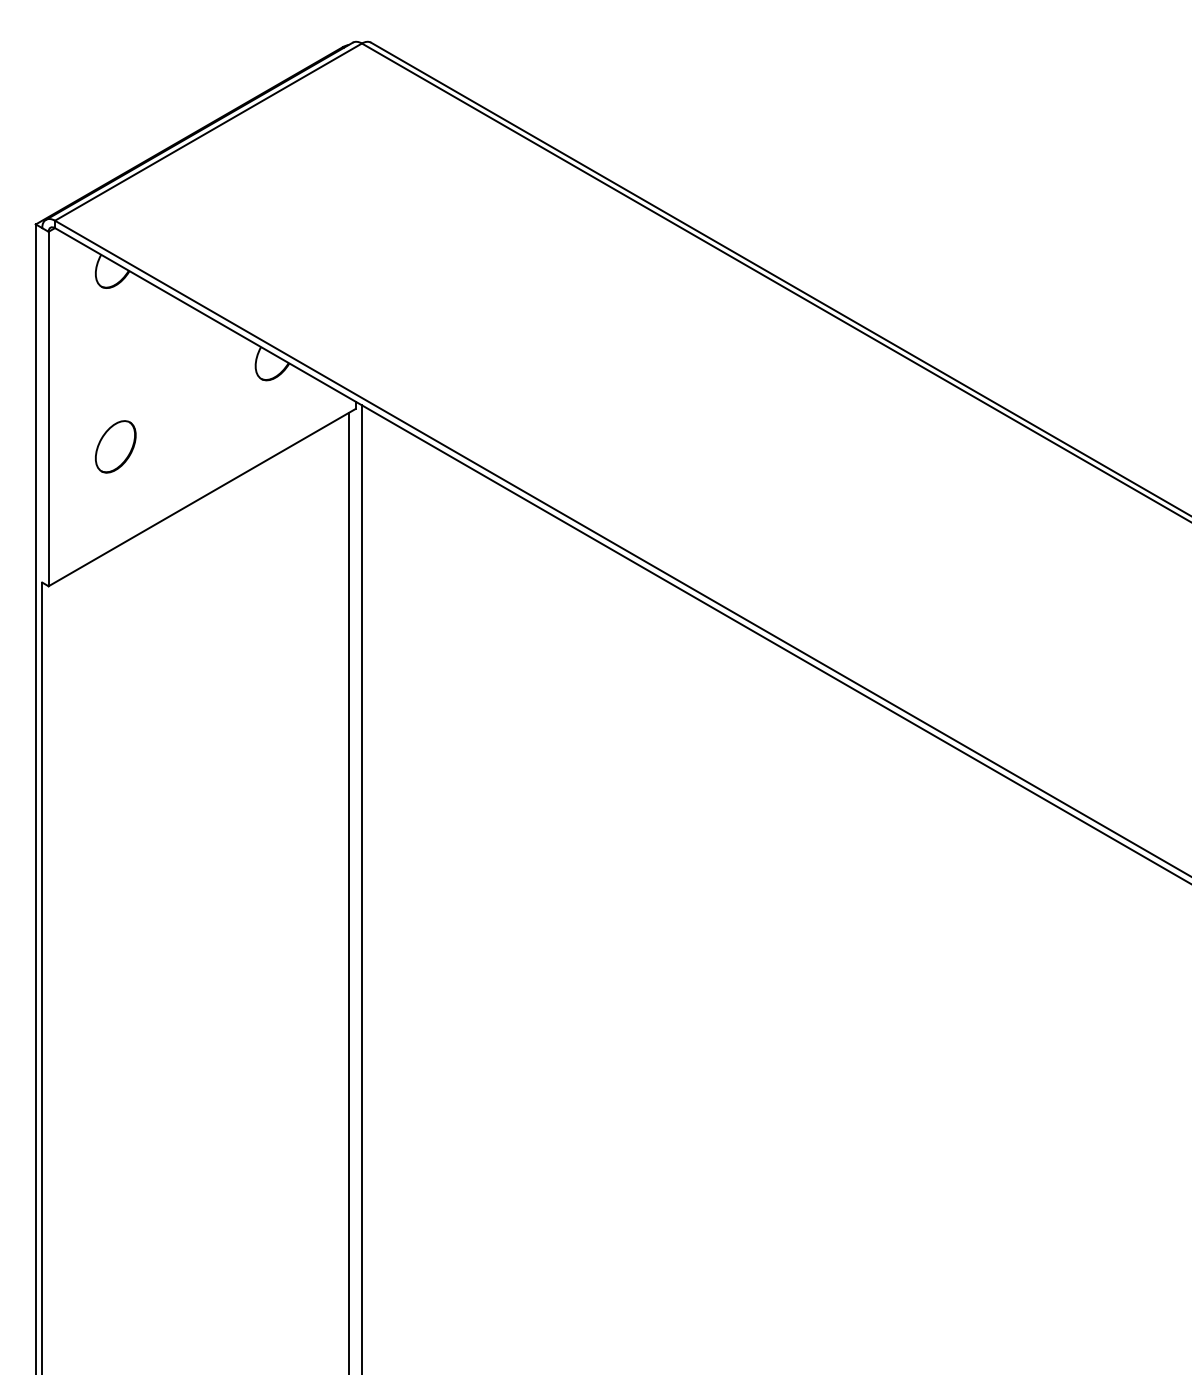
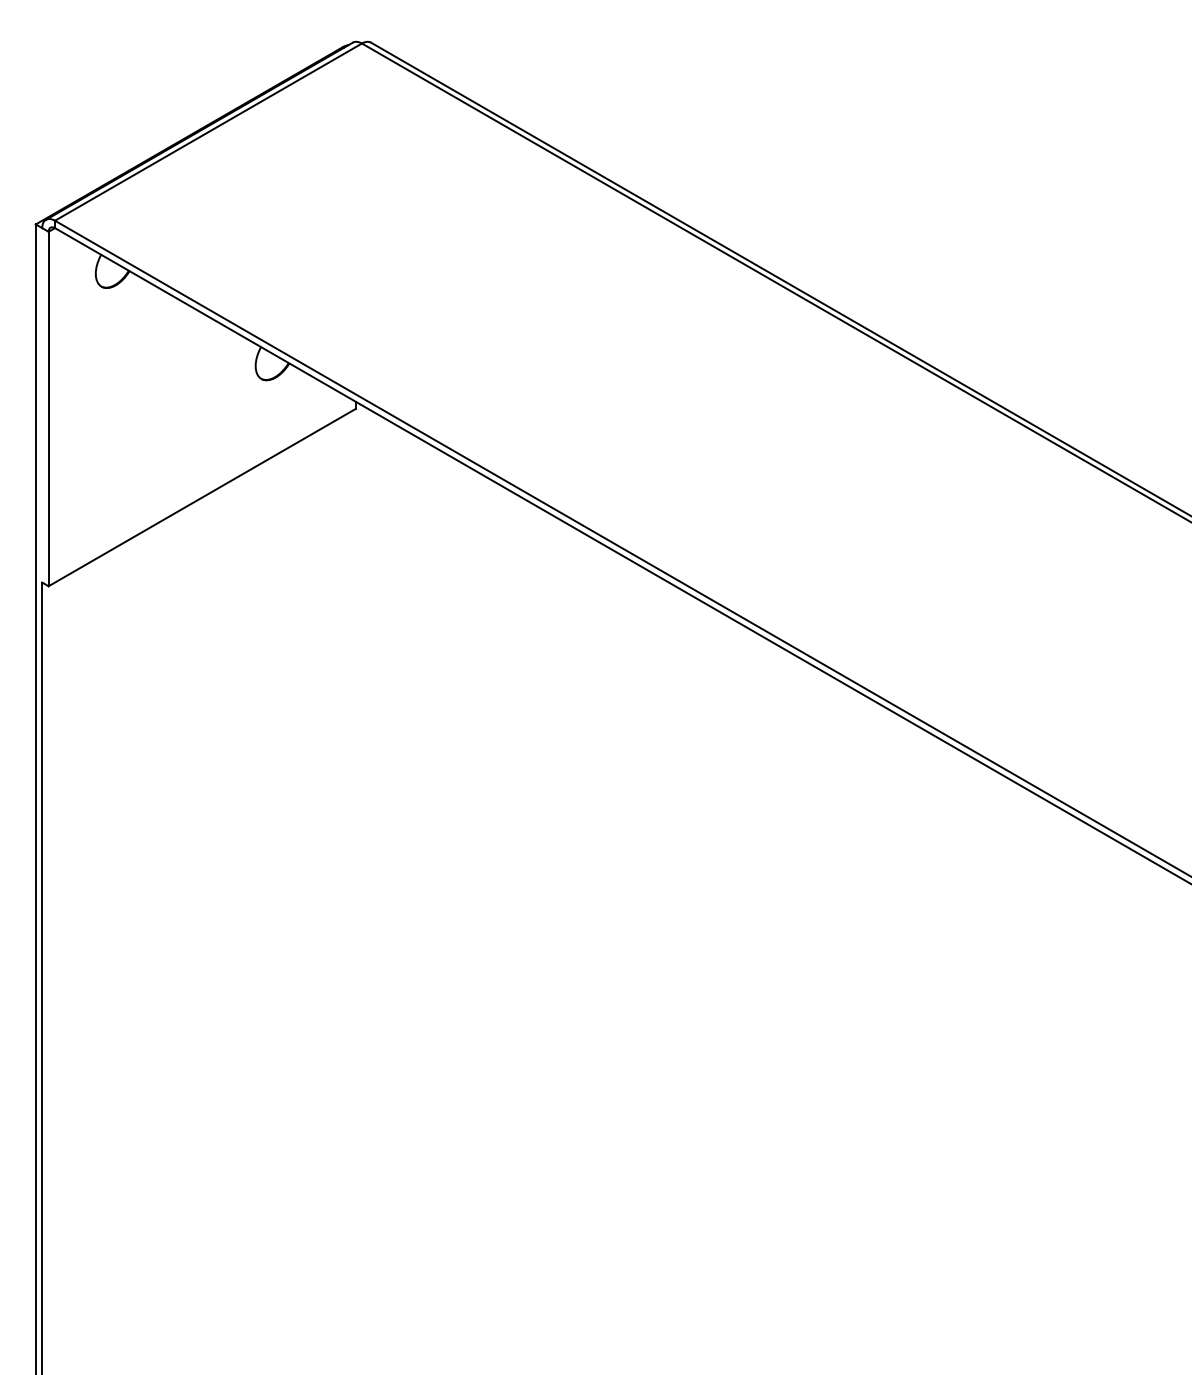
part at (115, 446): present -> none
line at (361, 888): present -> none
line at (349, 891): present -> none
